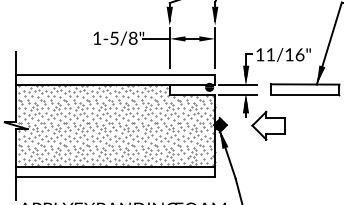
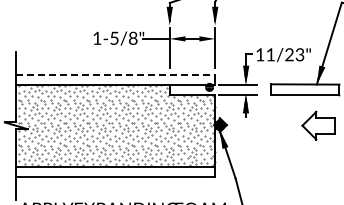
text at (294, 54): 11/16" -> 11/23"
line at (115, 74): solid -> dashed
part at (268, 125) position: (268, 125) -> (318, 125)
